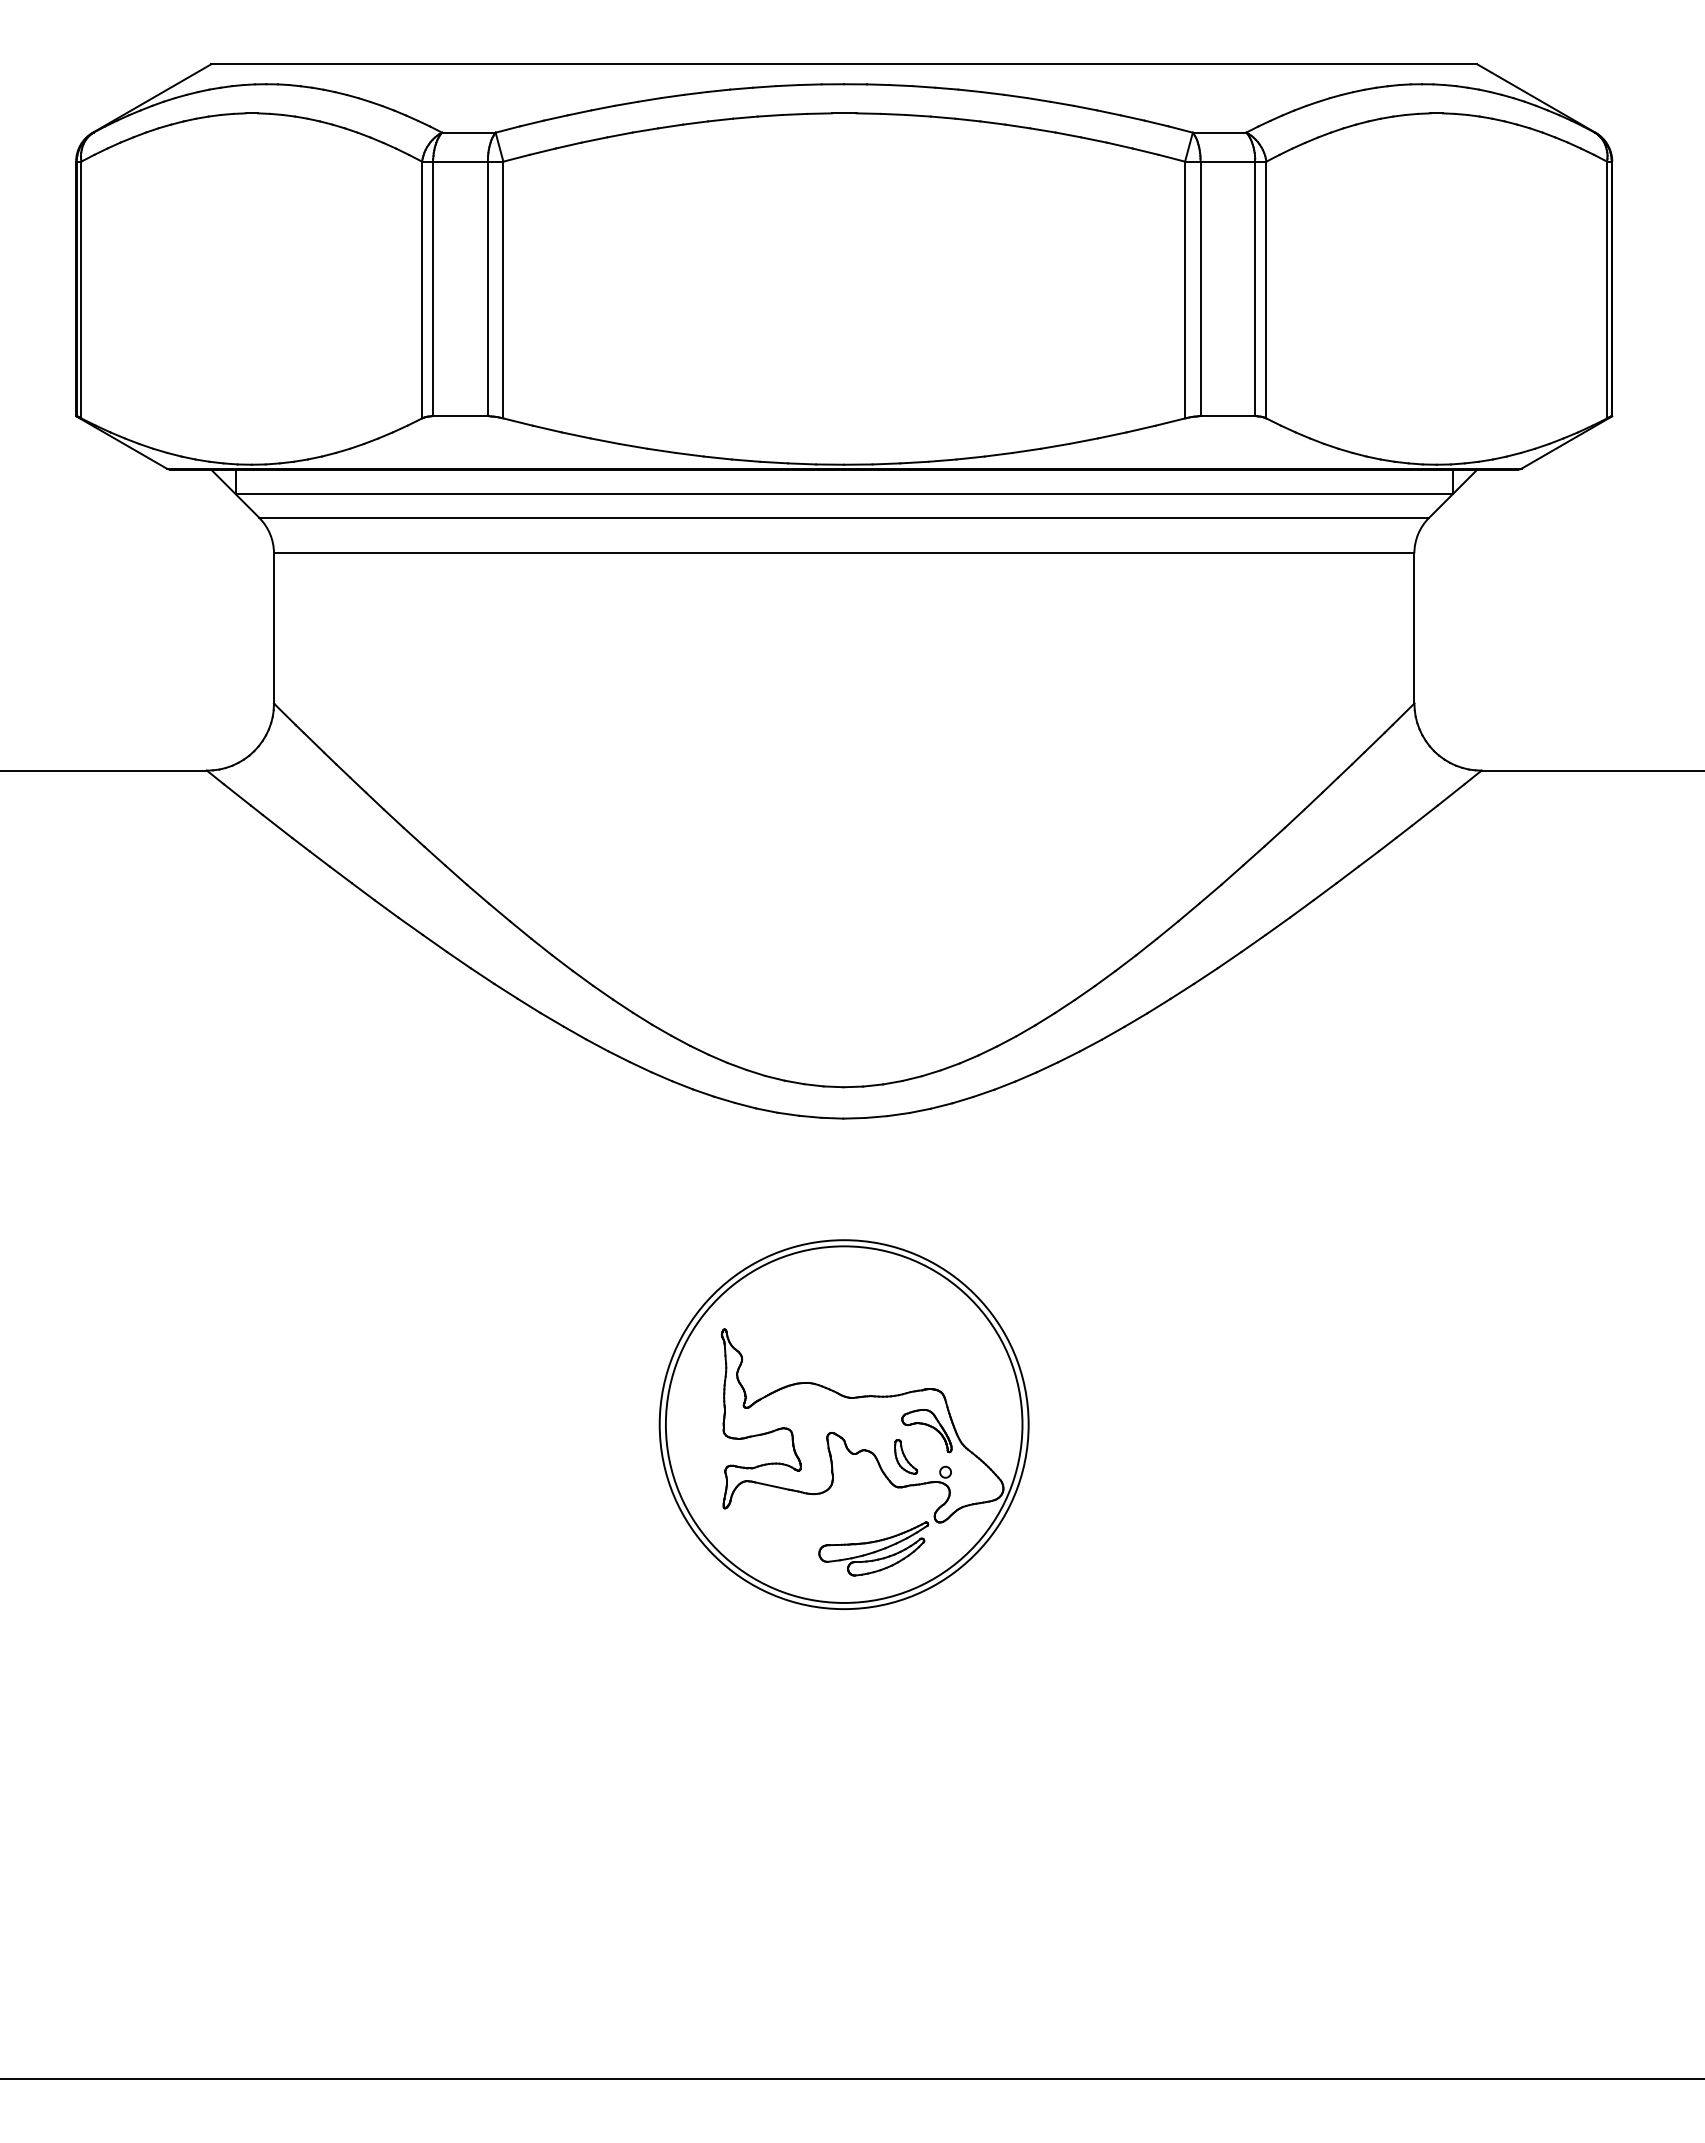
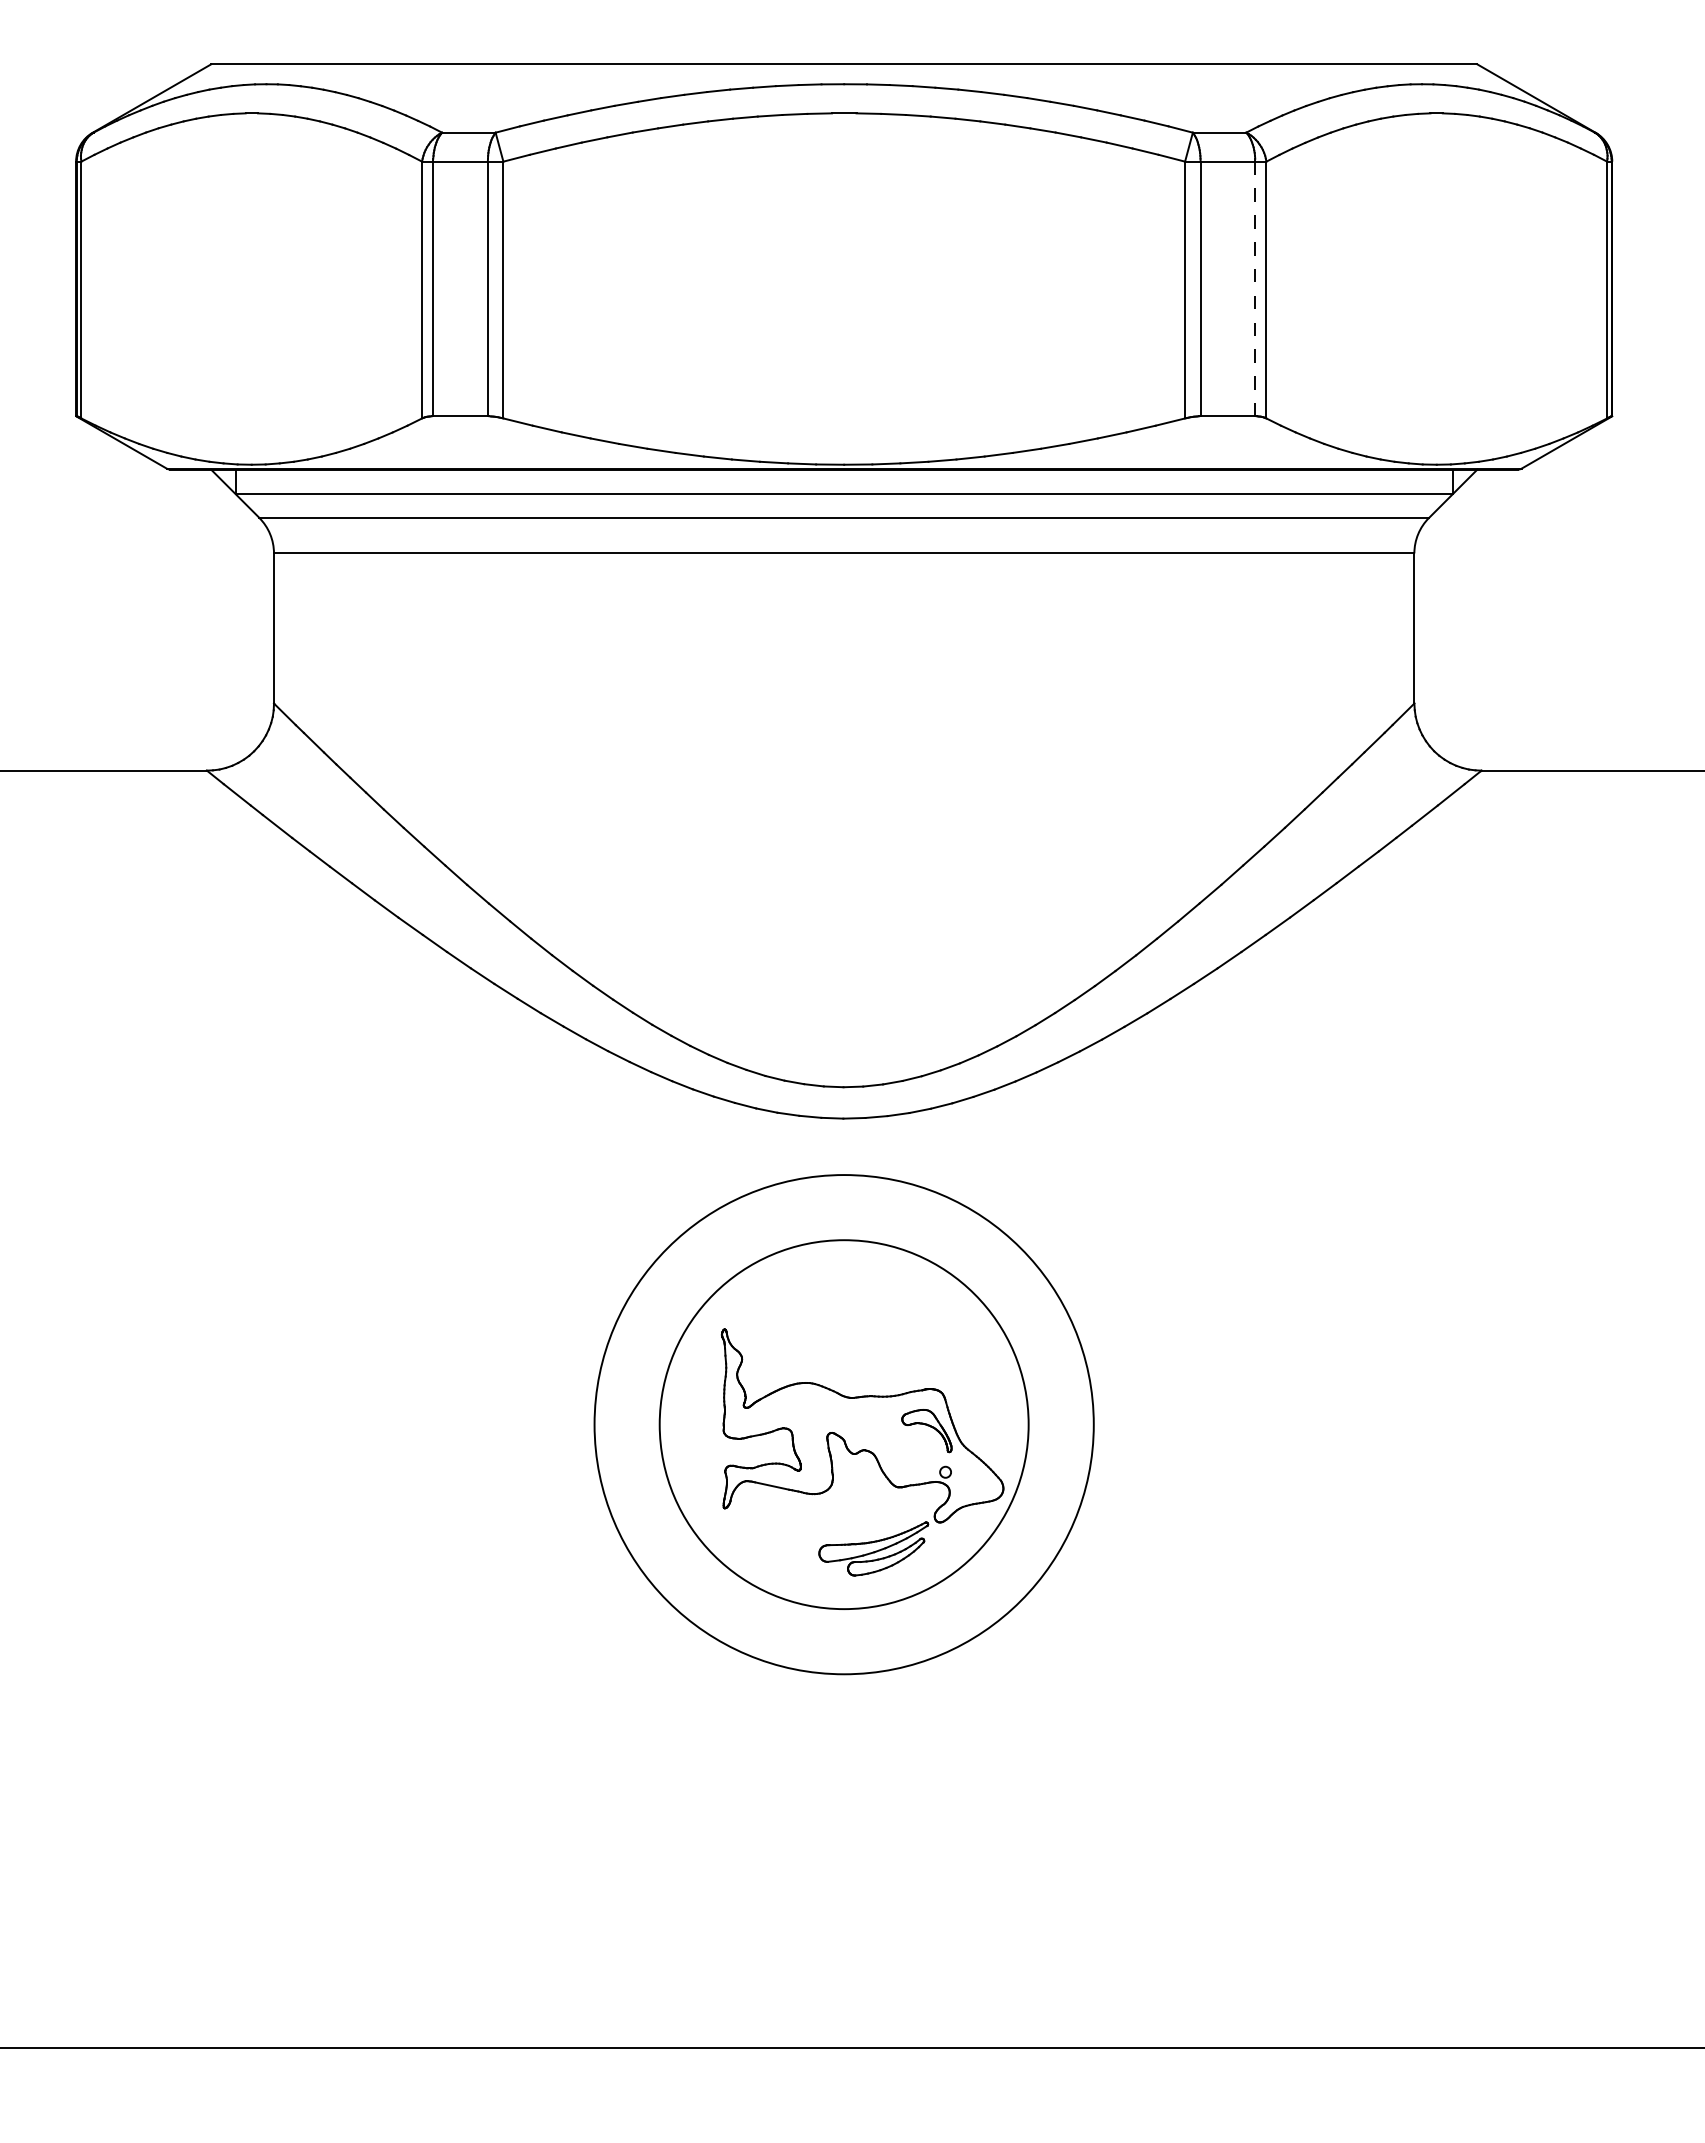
line at (1255, 289): solid -> dashed
circle at (843, 1424) diameter: 357 px -> 499 px
part at (906, 1456): present -> none
line at (851, 2078) position: (851, 2078) -> (851, 2047)
